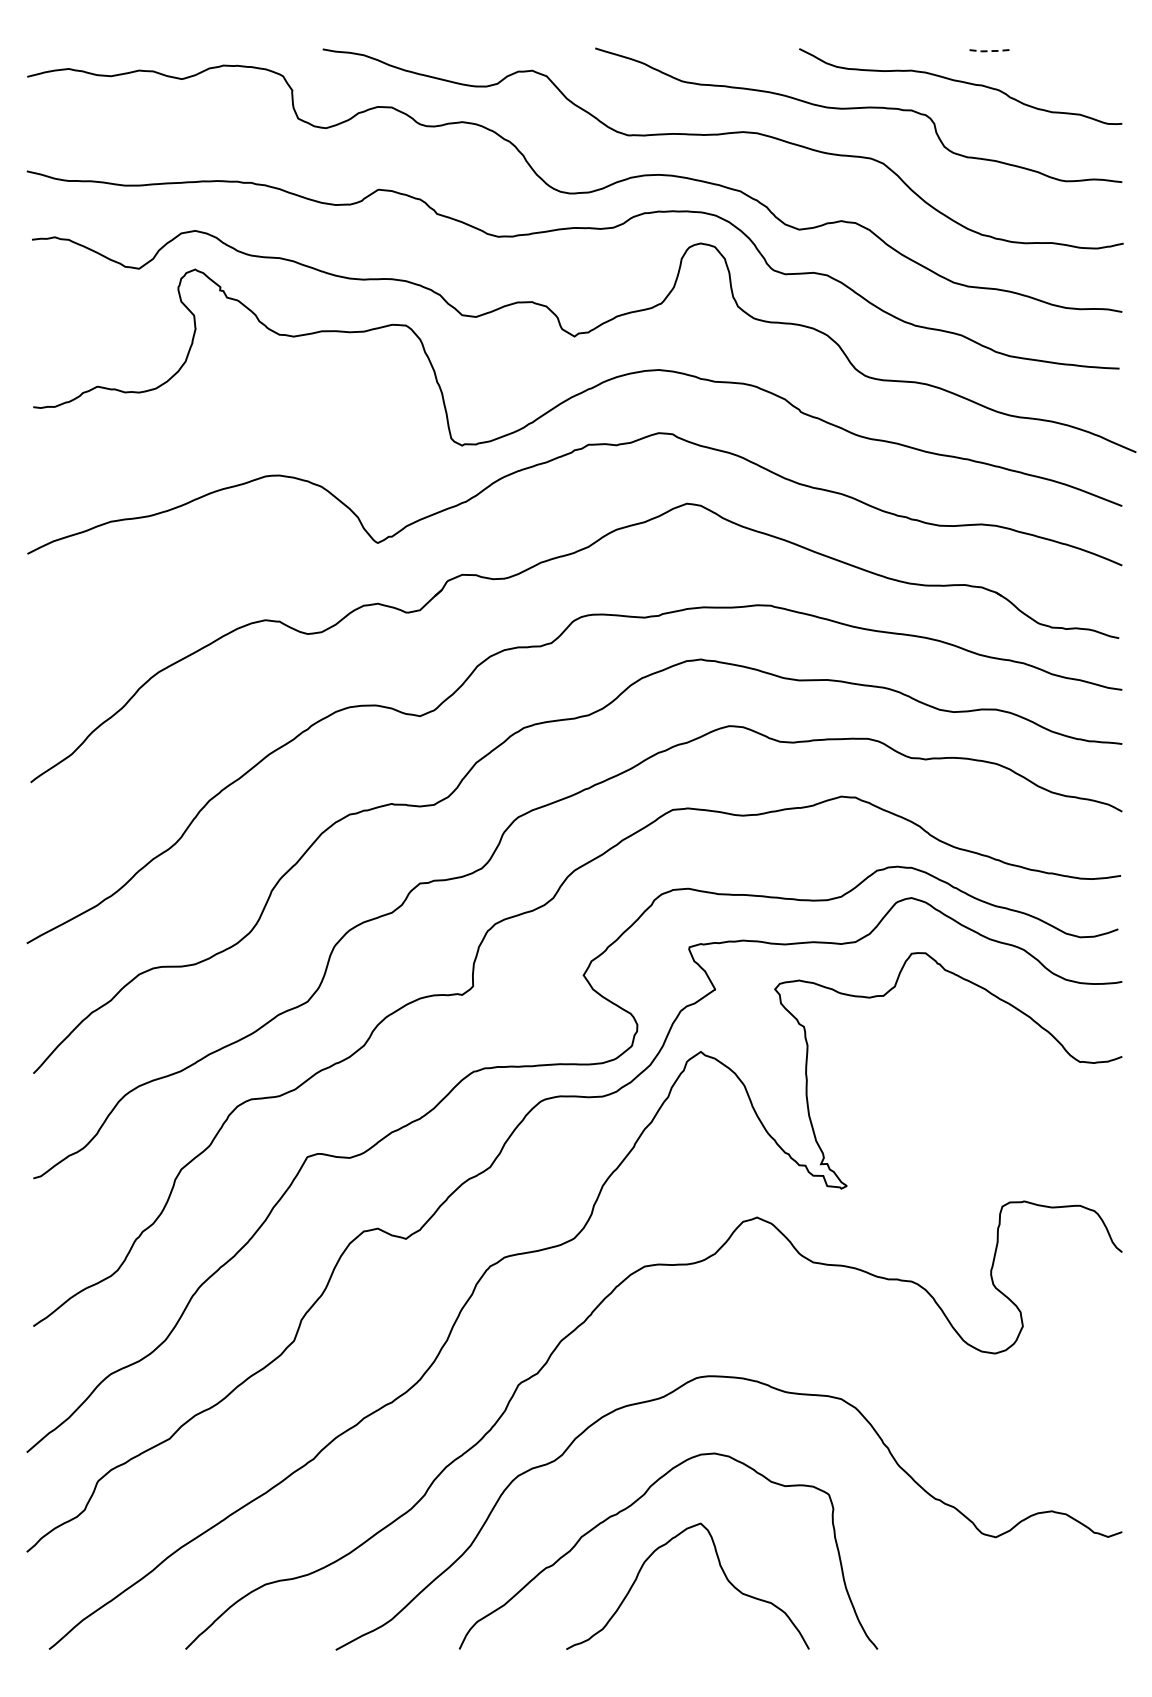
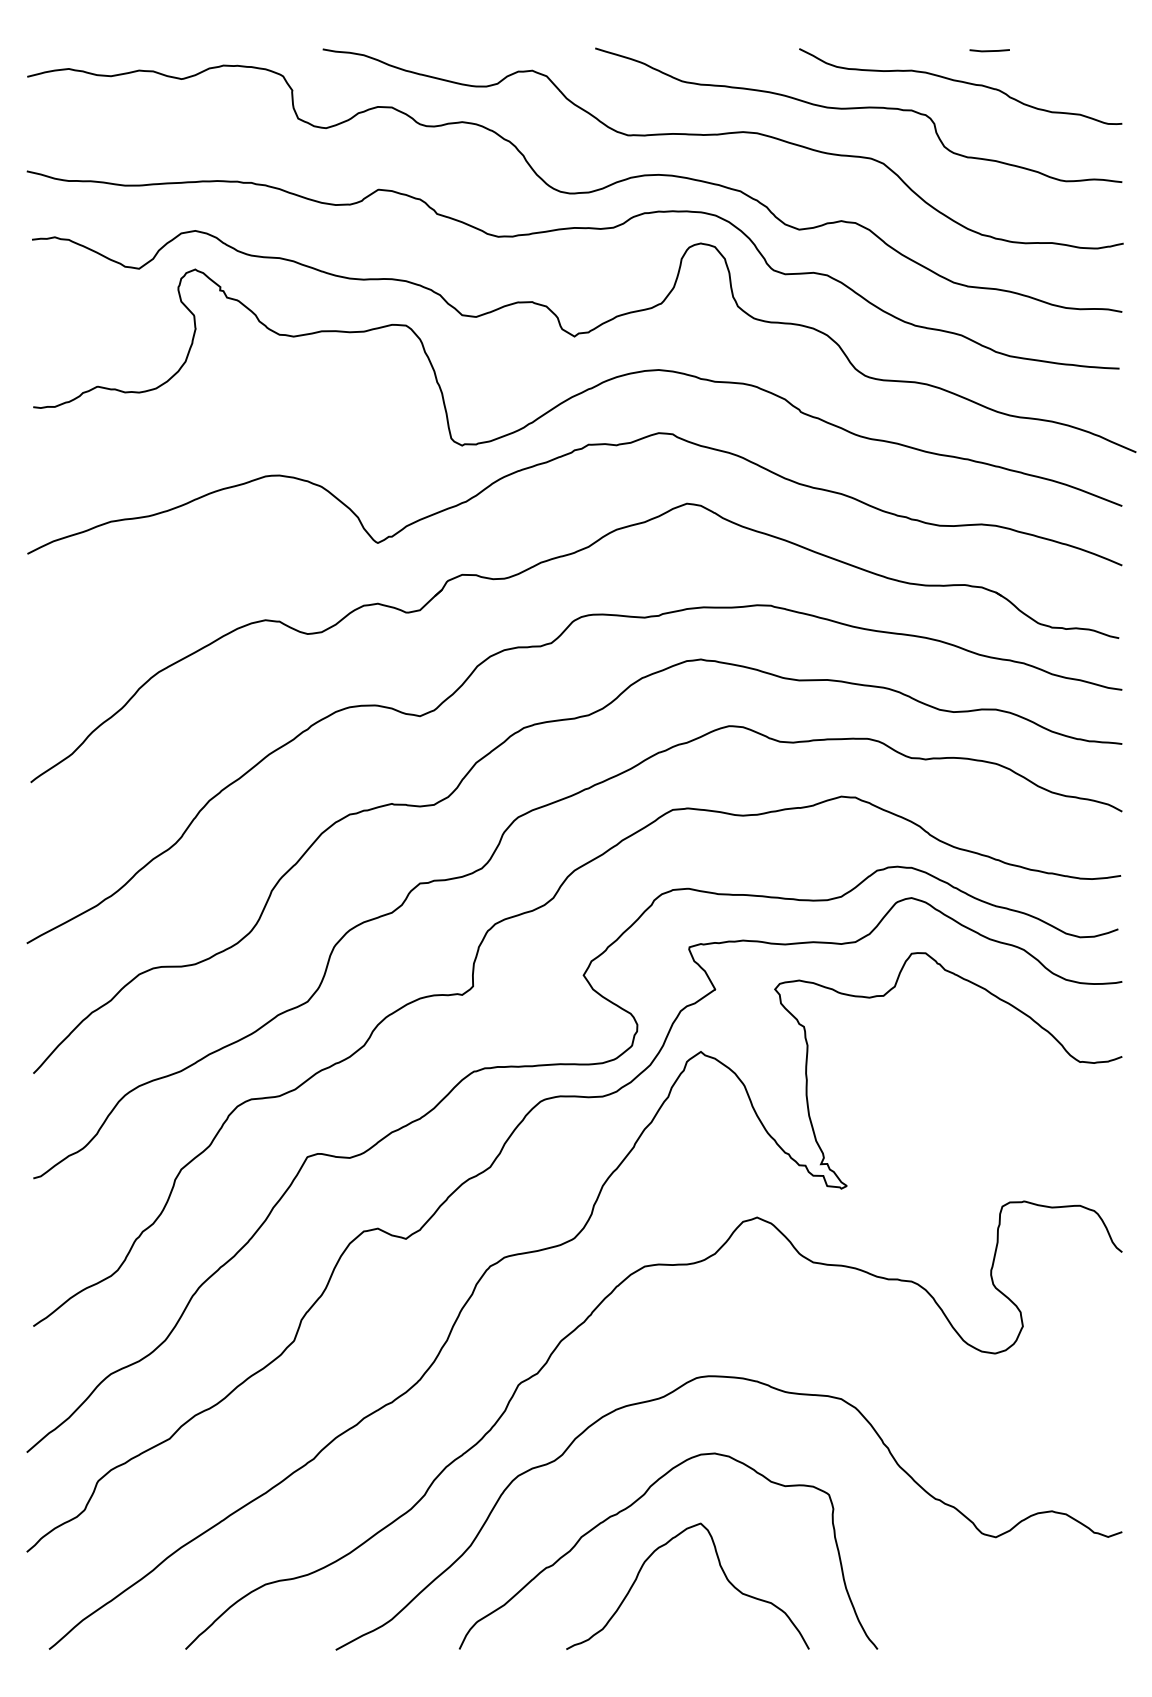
line at (989, 51): dashed -> solid
